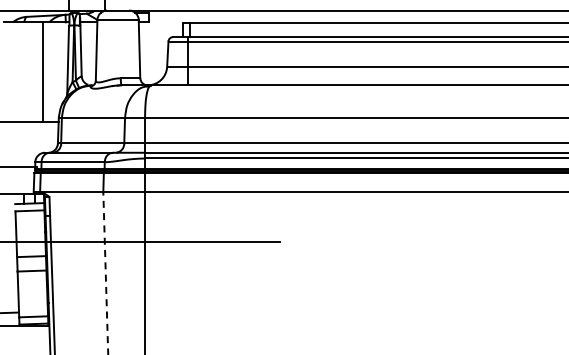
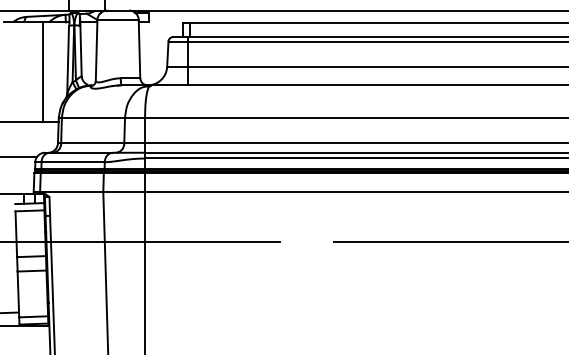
line at (19, 167) position: (19, 167) -> (19, 157)
line at (449, 241): none -> present
line at (105, 272): dashed -> solid
